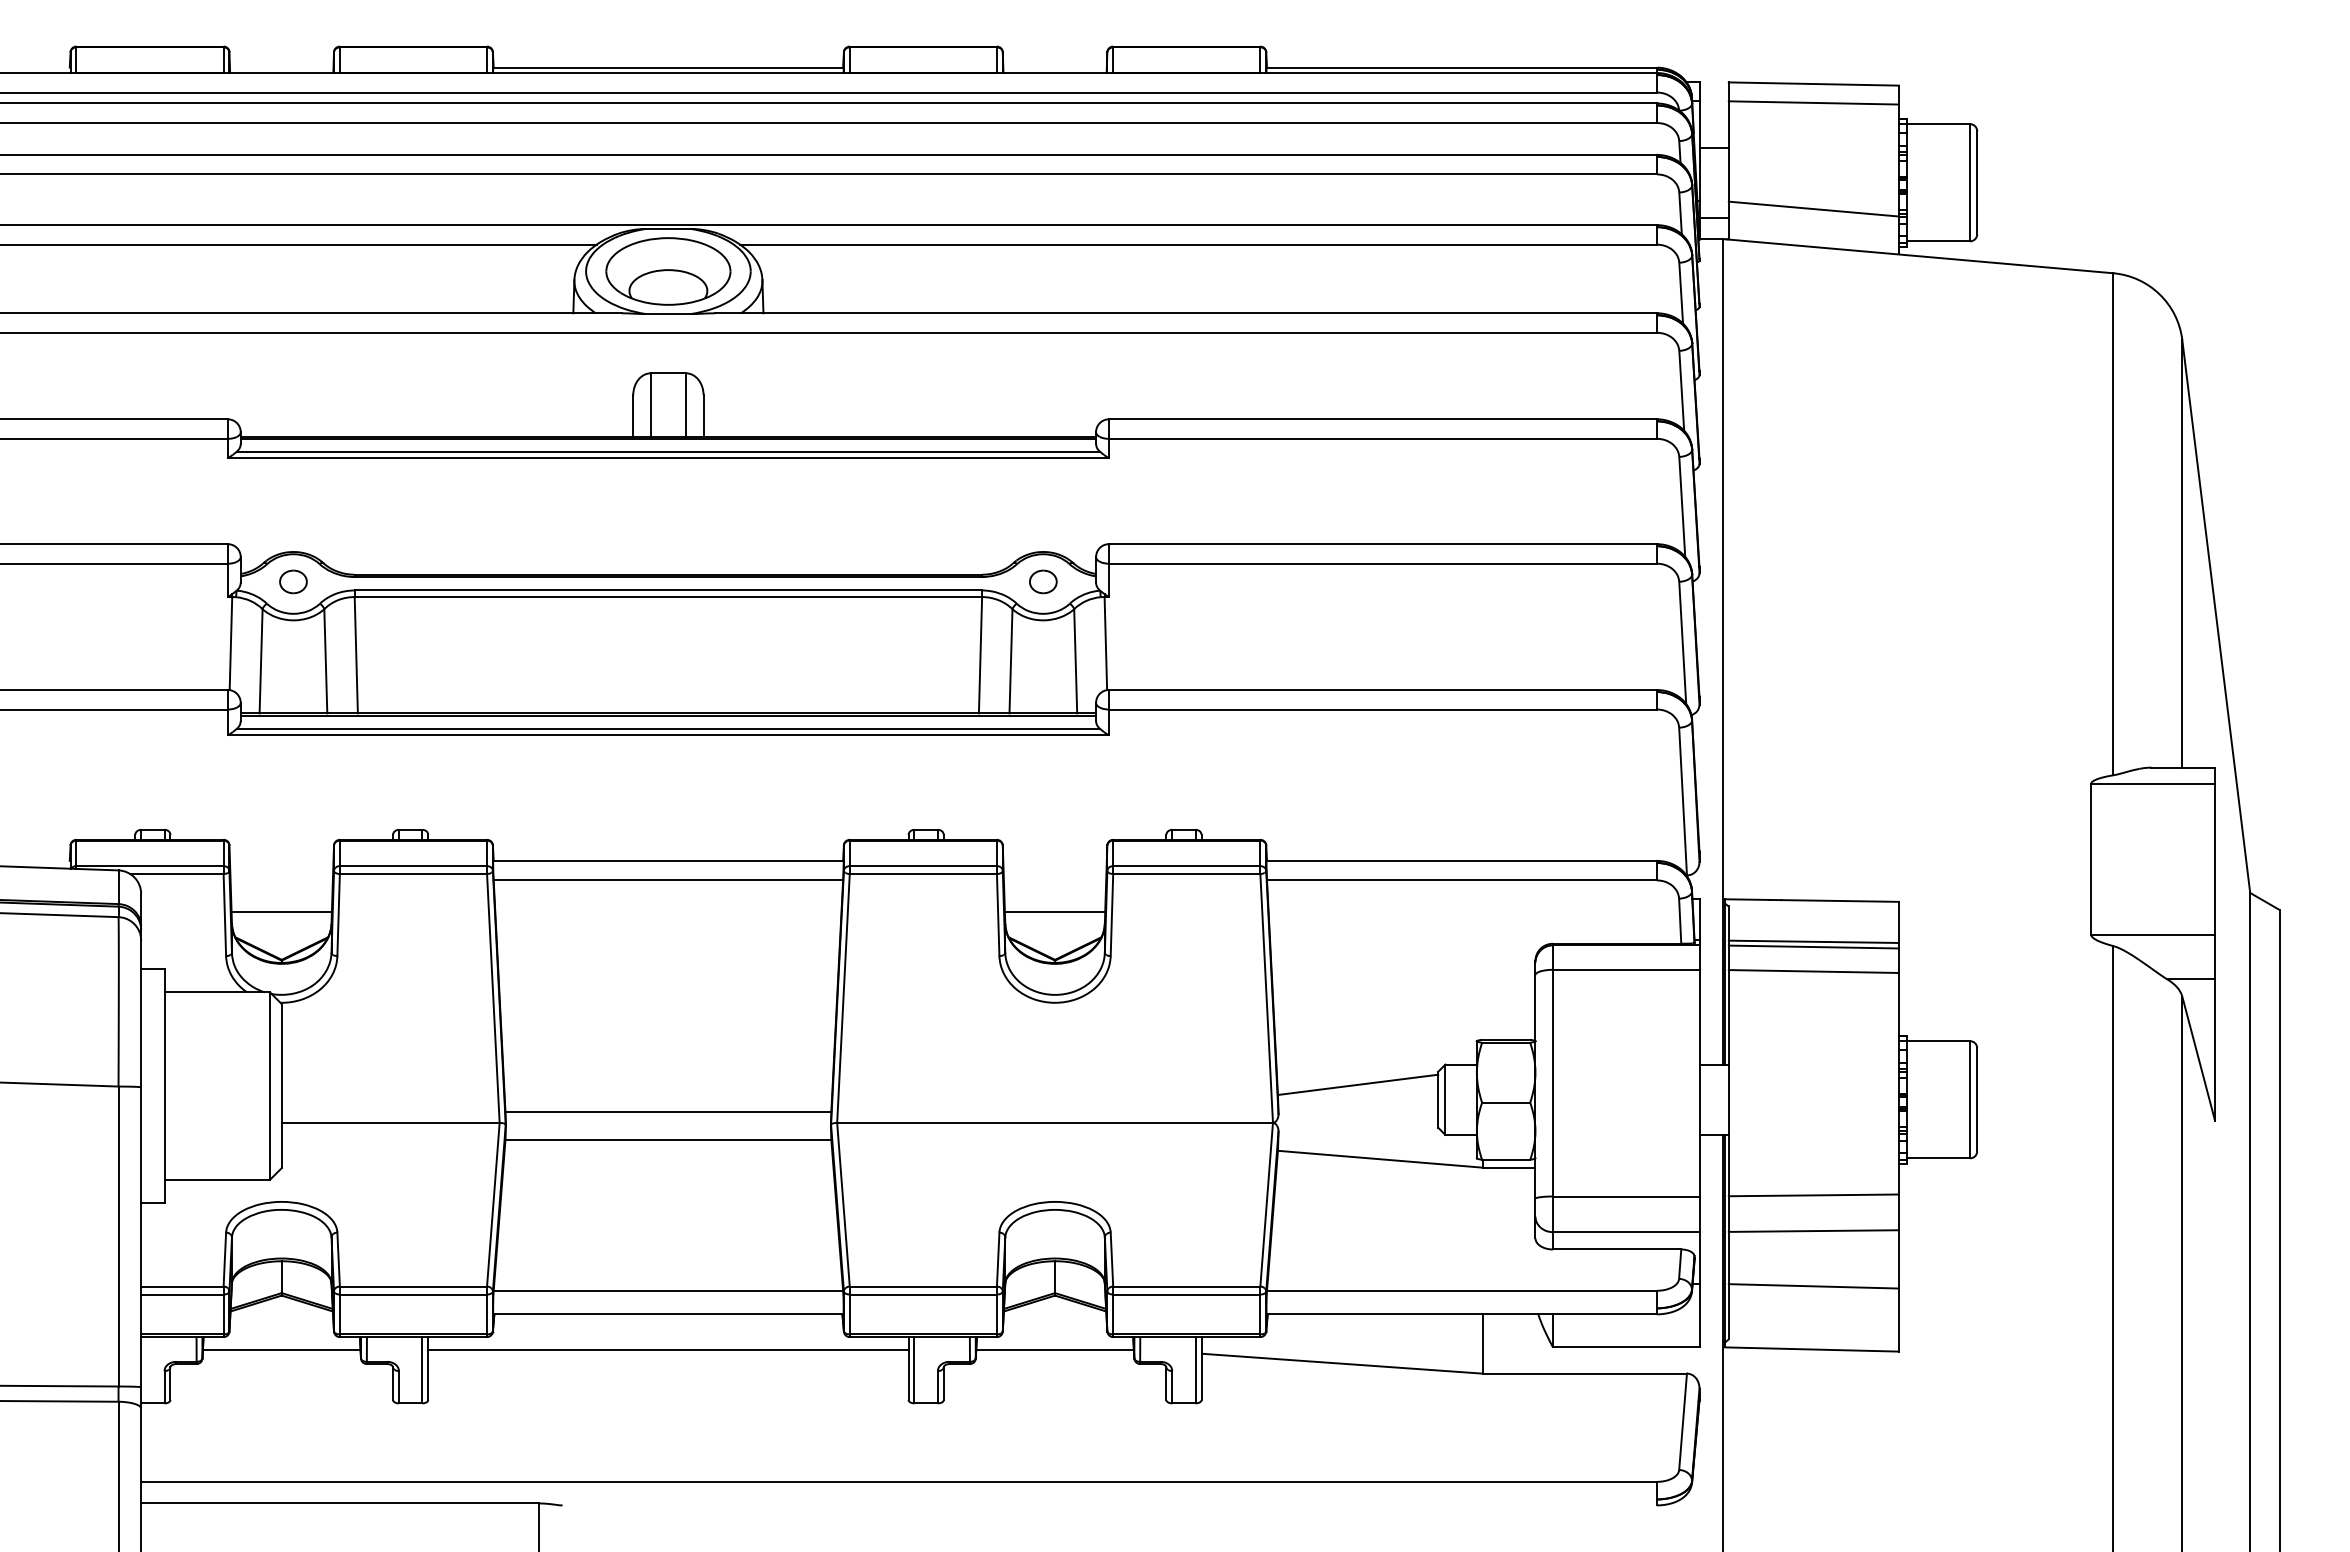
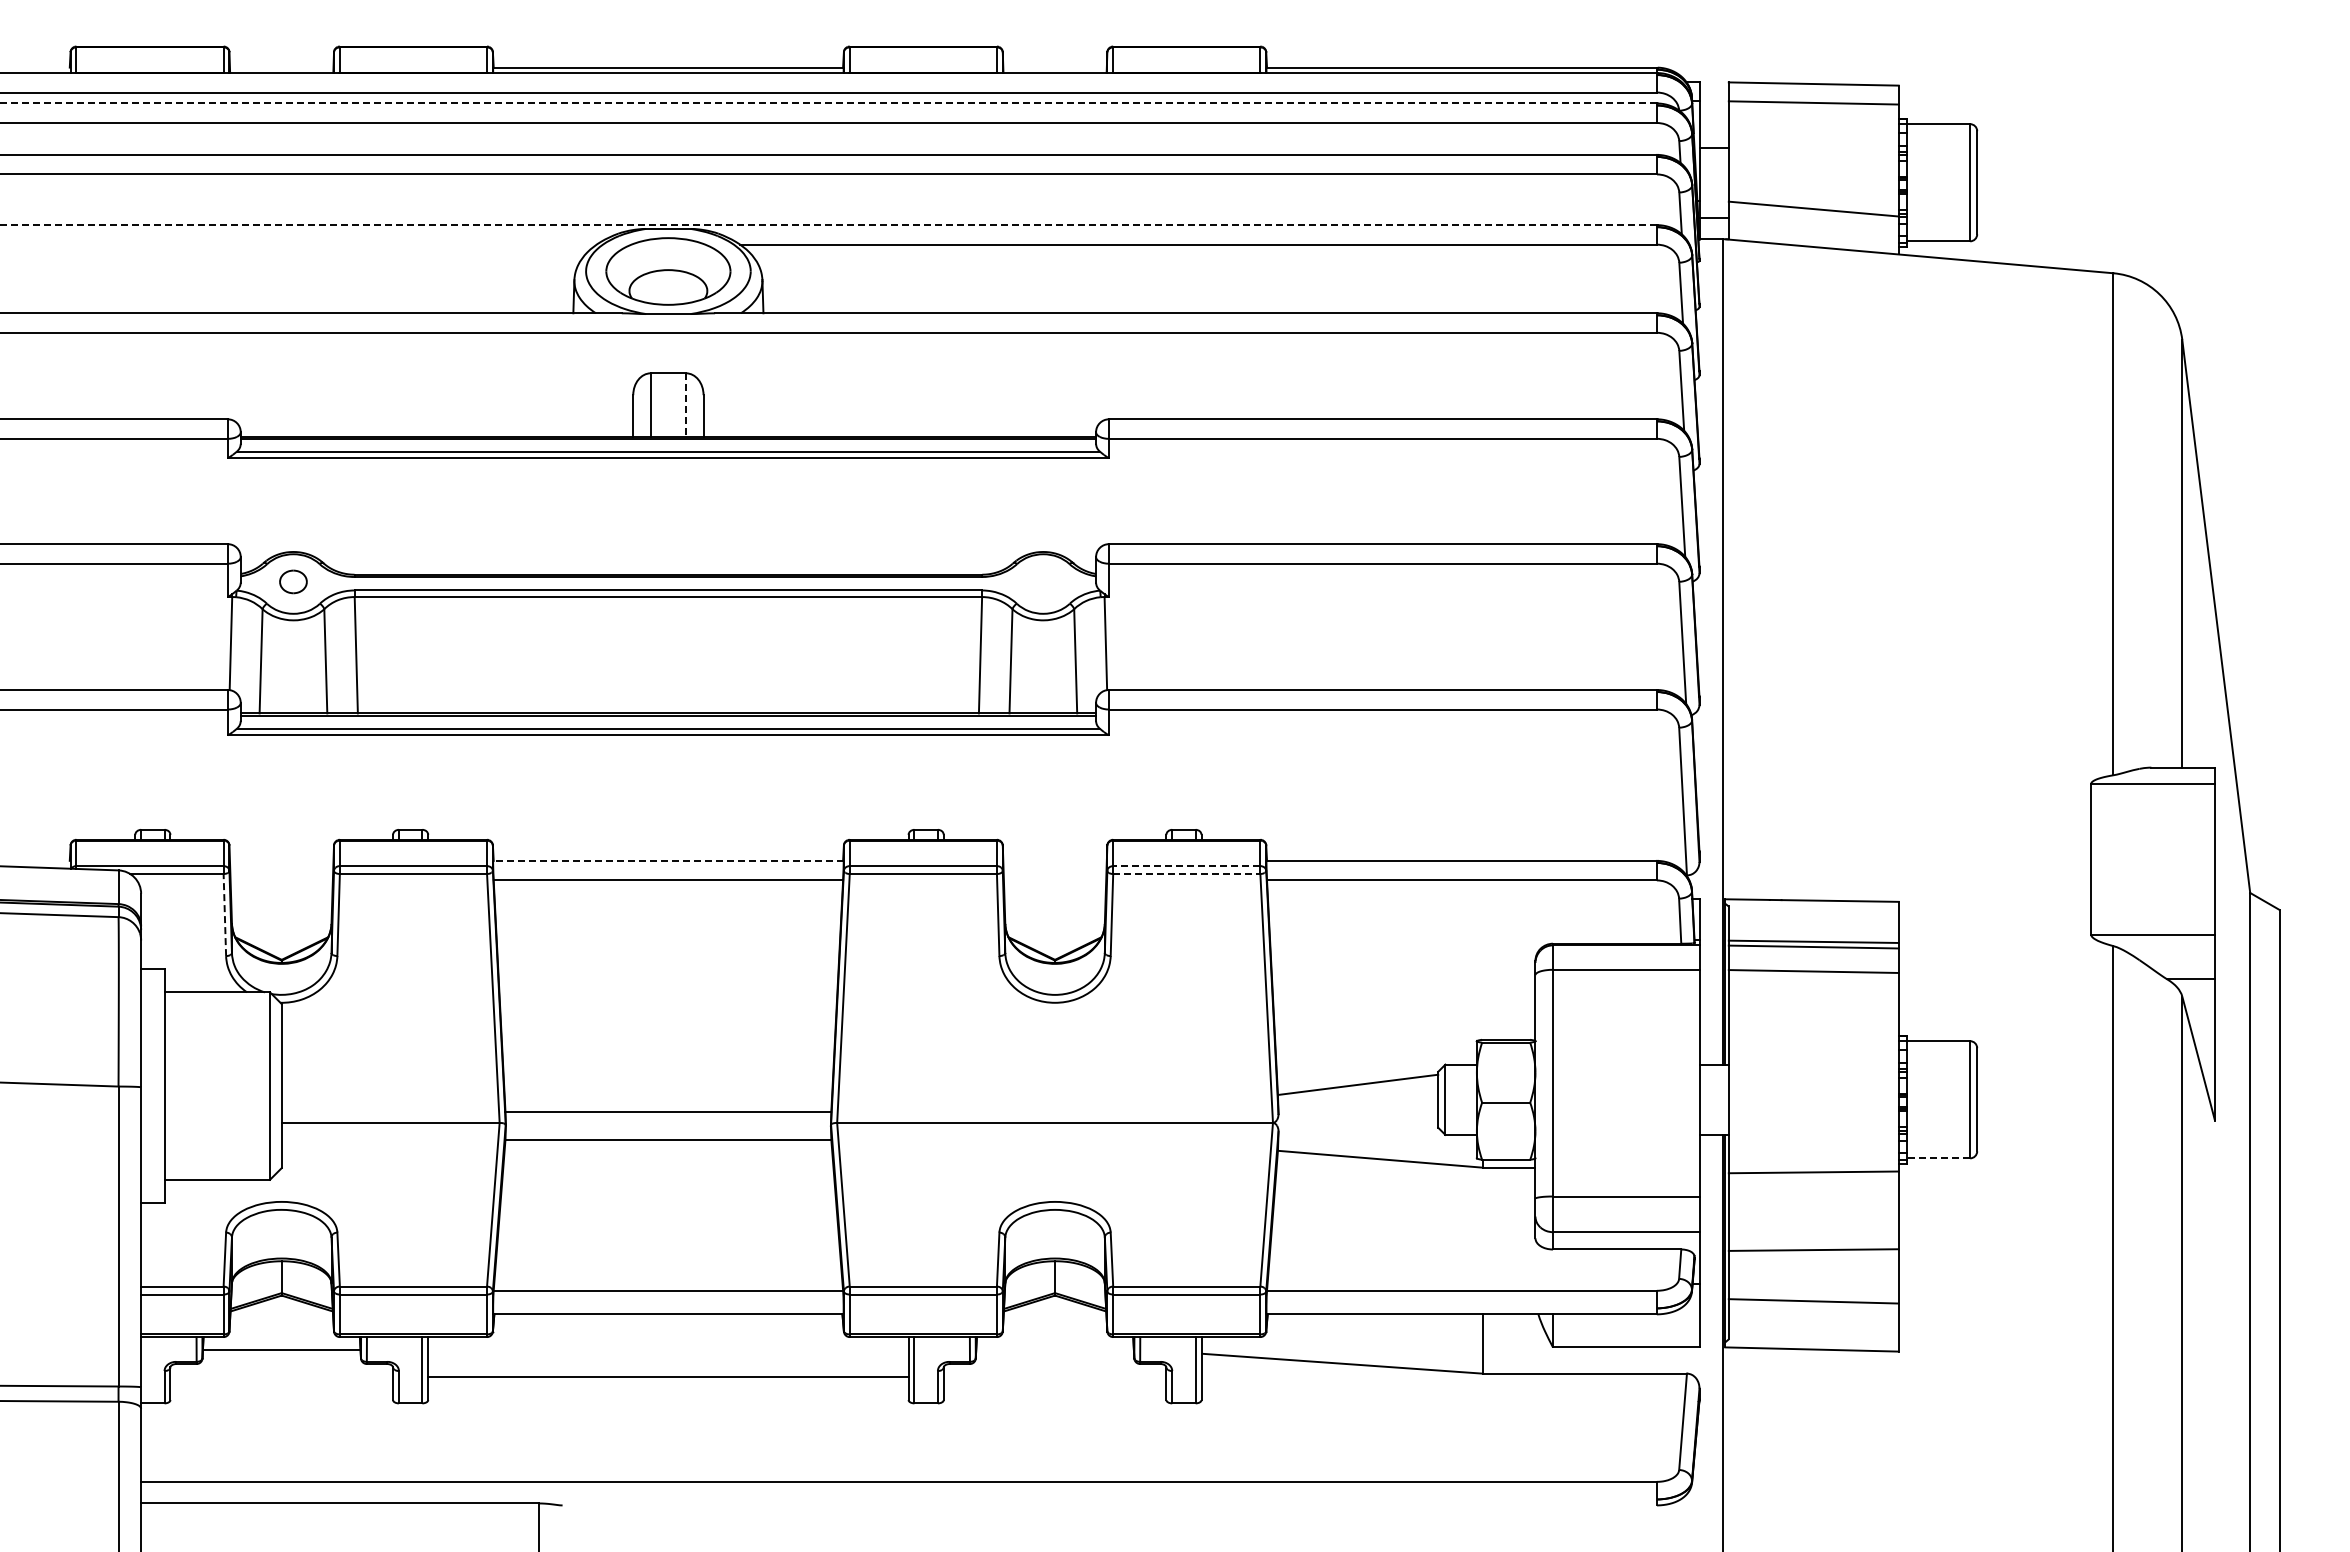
line at (828, 103): solid -> dashed
line at (828, 225): solid -> dashed
line at (299, 244): present -> none
line at (685, 404): solid -> dashed
part at (1043, 581): present -> none
line at (667, 860): solid -> dashed
line at (1186, 866): solid -> dashed
line at (1186, 874): solid -> dashed
line at (281, 911): present -> none
line at (1054, 911): present -> none
line at (224, 914): solid -> dashed
line at (1938, 1158): solid -> dashed
line at (1813, 1195) position: (1813, 1195) -> (1813, 1172)
line at (1813, 1230) position: (1813, 1230) -> (1813, 1249)
line at (1813, 1286) position: (1813, 1286) -> (1813, 1301)
line at (668, 1349) position: (668, 1349) -> (668, 1376)
line at (1054, 1349): present -> none
